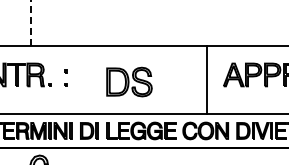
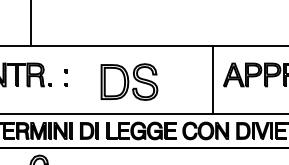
line at (30, 22): dashed -> solid
line at (206, 79) position: (206, 79) -> (212, 79)
part at (129, 81) size: 47x32 px -> 59x38 px
